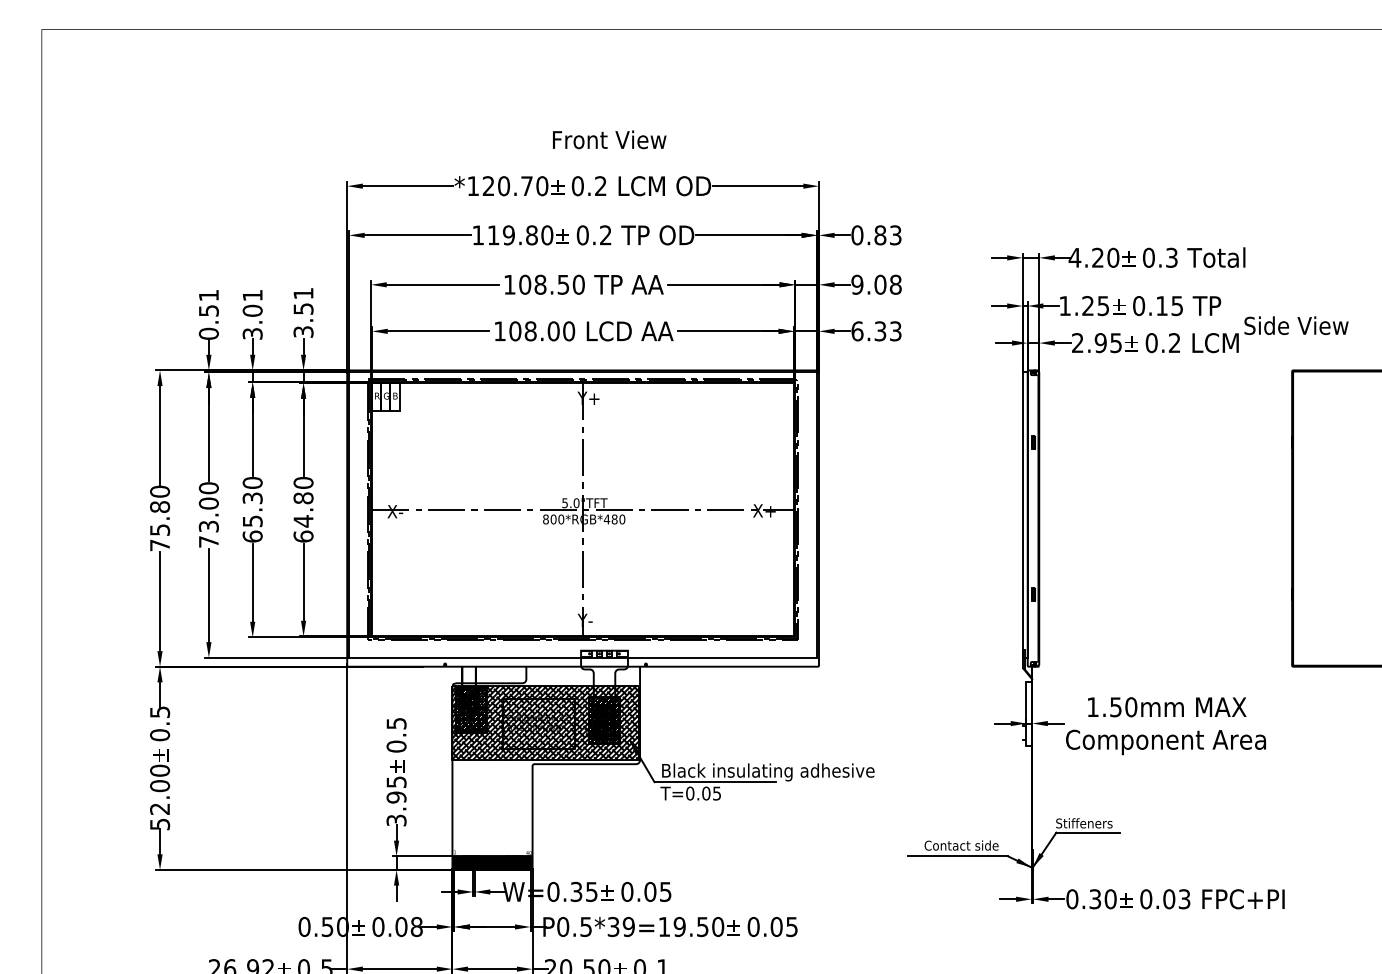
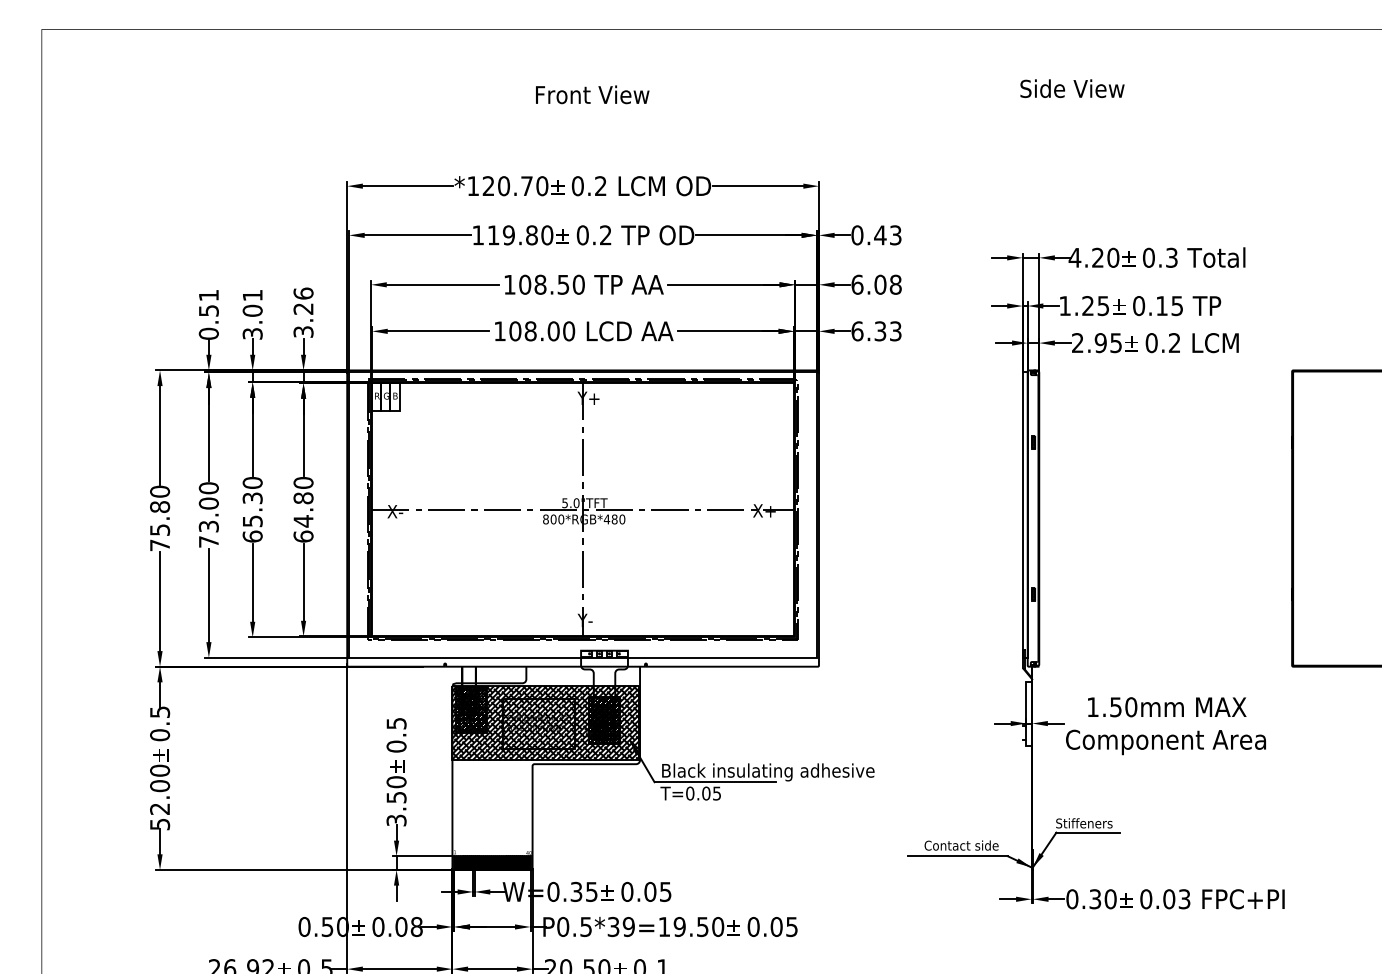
text at (609, 139) position: (609, 139) -> (592, 94)
text at (880, 235): 0.83 -> 0.43
text at (857, 284): 9.08 -> 6.08
text at (303, 300): 3.51 -> 3.26
text at (1296, 325) position: (1296, 325) -> (1072, 88)
text at (396, 789): 3.95 -> 3.50
